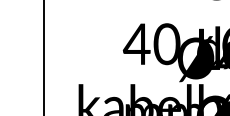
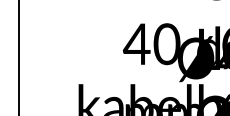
line at (43, 57) position: (43, 57) -> (18, 57)
